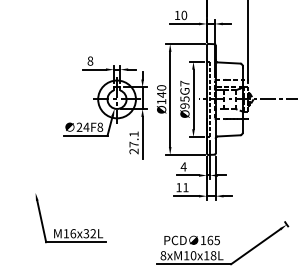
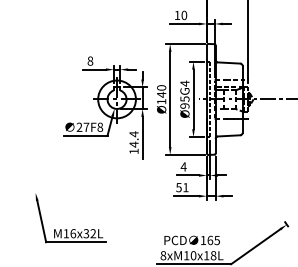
text at (184, 83): Ø95G7 -> Ø95G4
text at (86, 126): 24F8 -> 27F8
text at (133, 142): 27.1 -> 14.4
text at (178, 187): 11 -> 51
